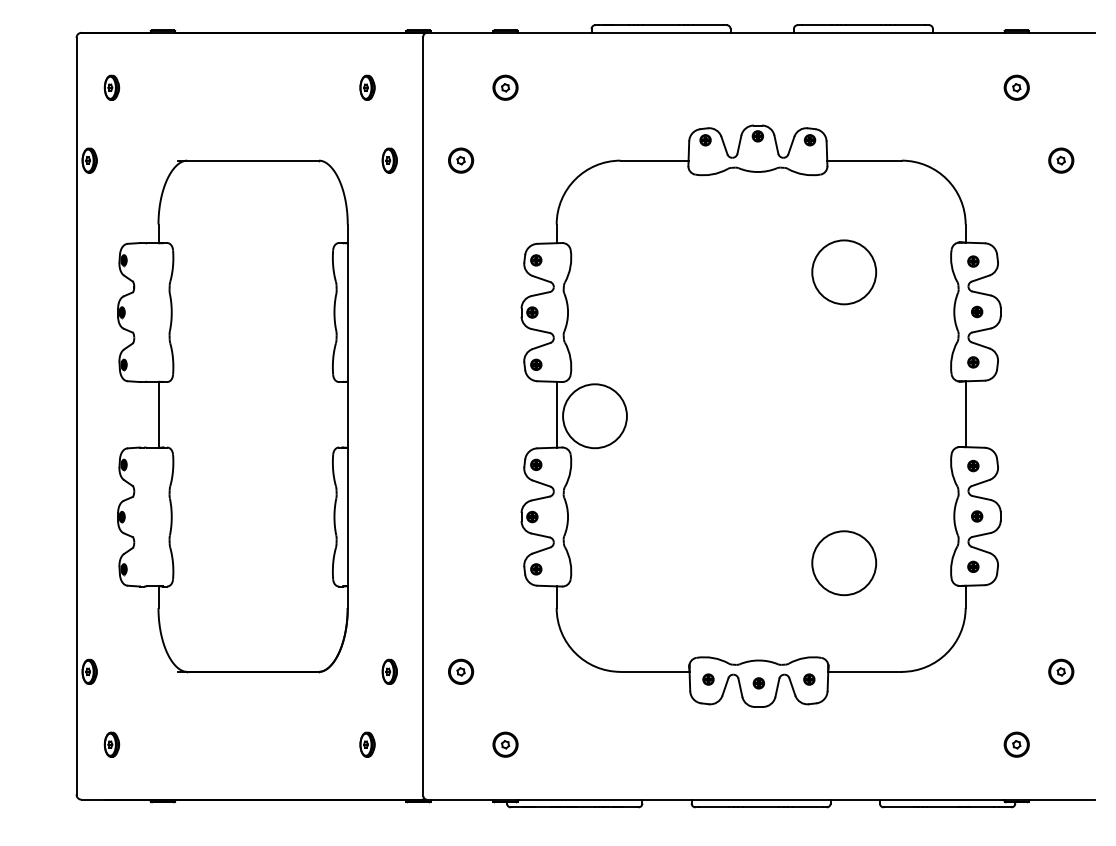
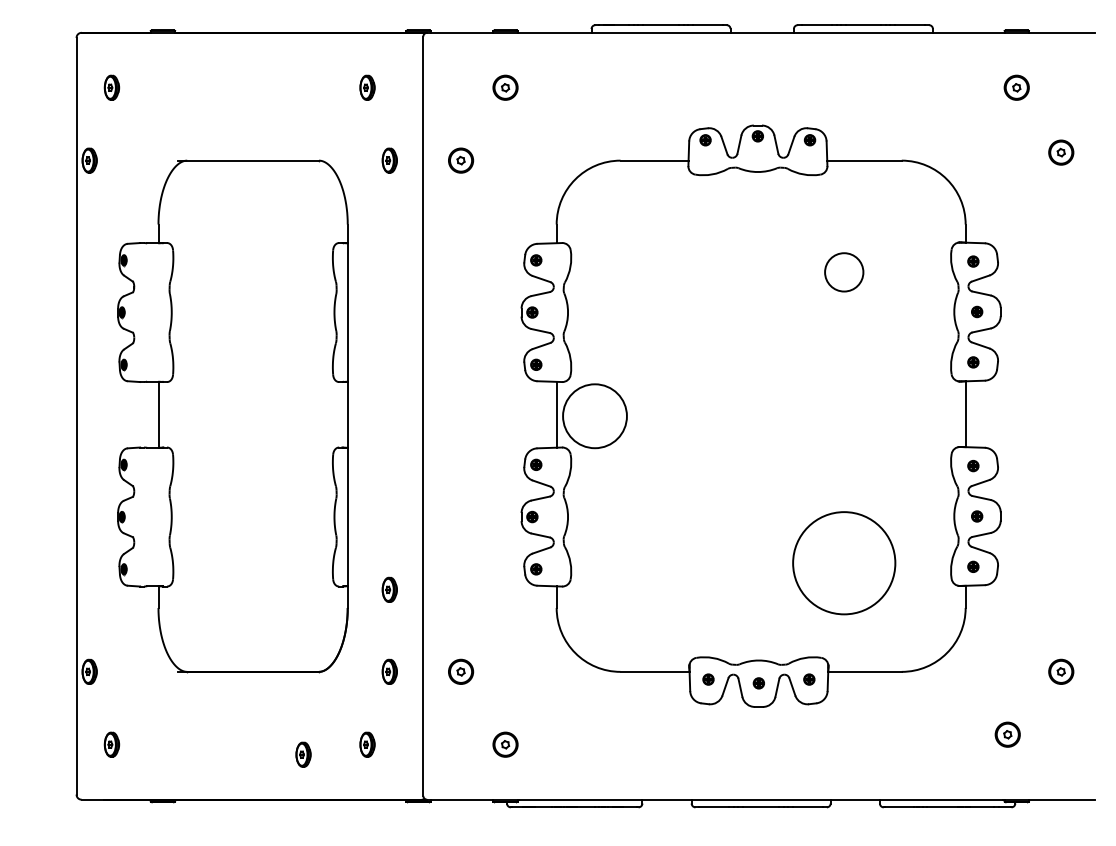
part at (1061, 160) position: (1061, 160) -> (1061, 152)
circle at (844, 272) diameter: 64 px -> 38 px
circle at (844, 563) diameter: 64 px -> 102 px
part at (389, 589): none -> present
part at (1016, 744) position: (1016, 744) -> (1007, 734)
part at (303, 754): none -> present
